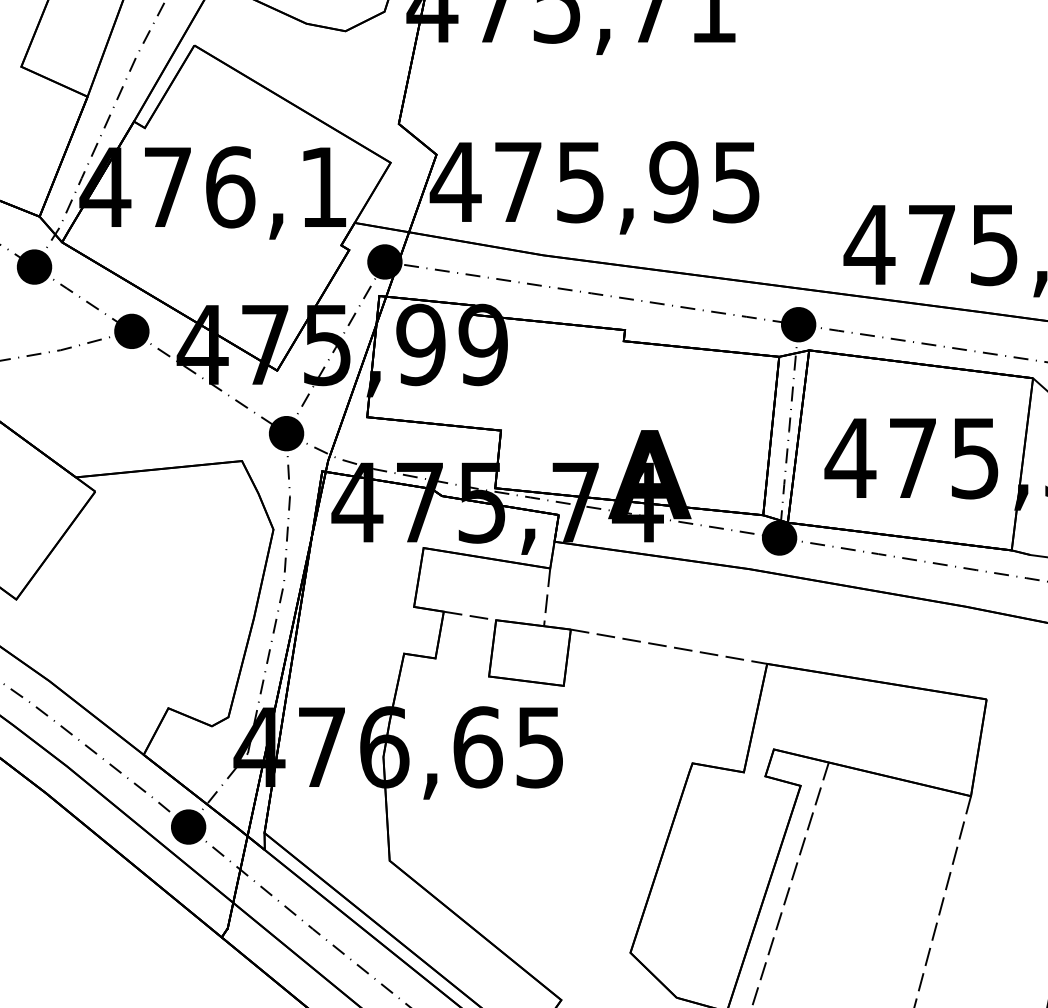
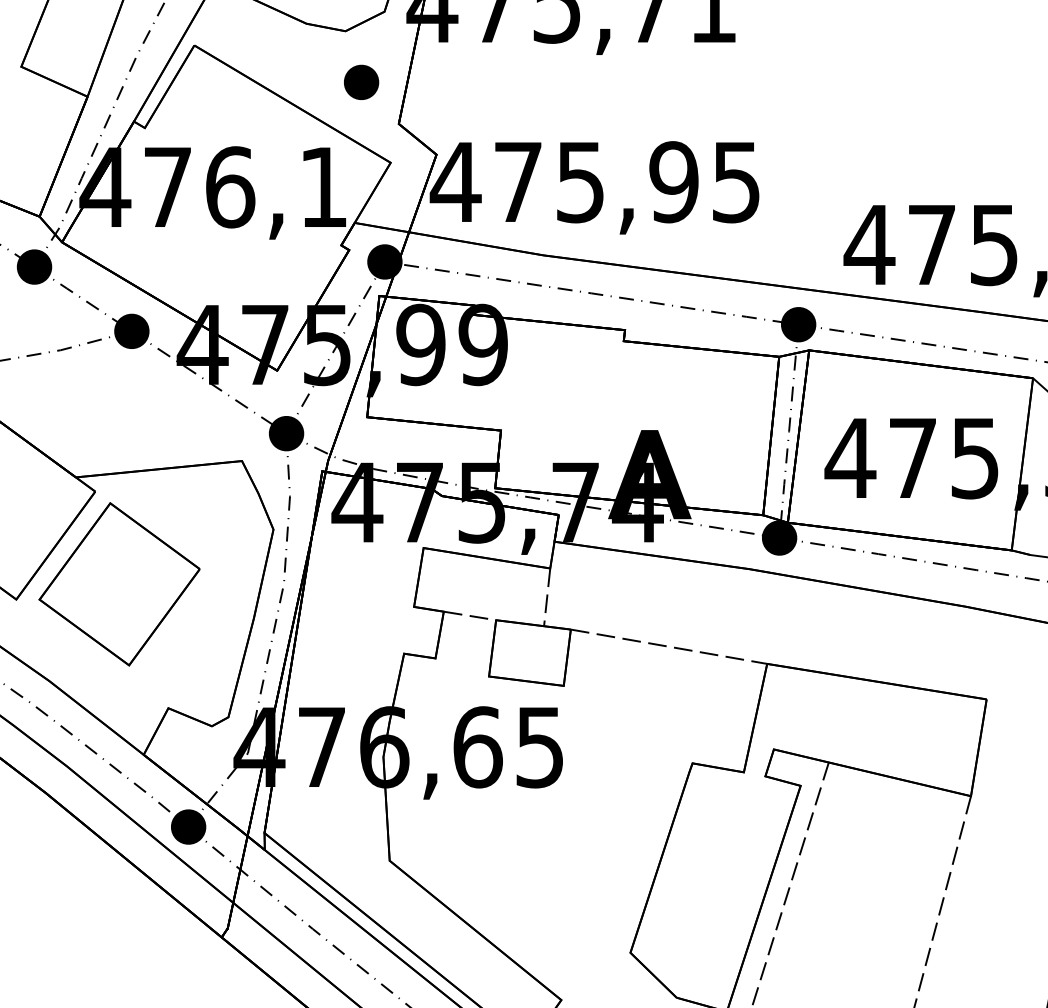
part at (361, 81): none -> present
part at (119, 584): none -> present
